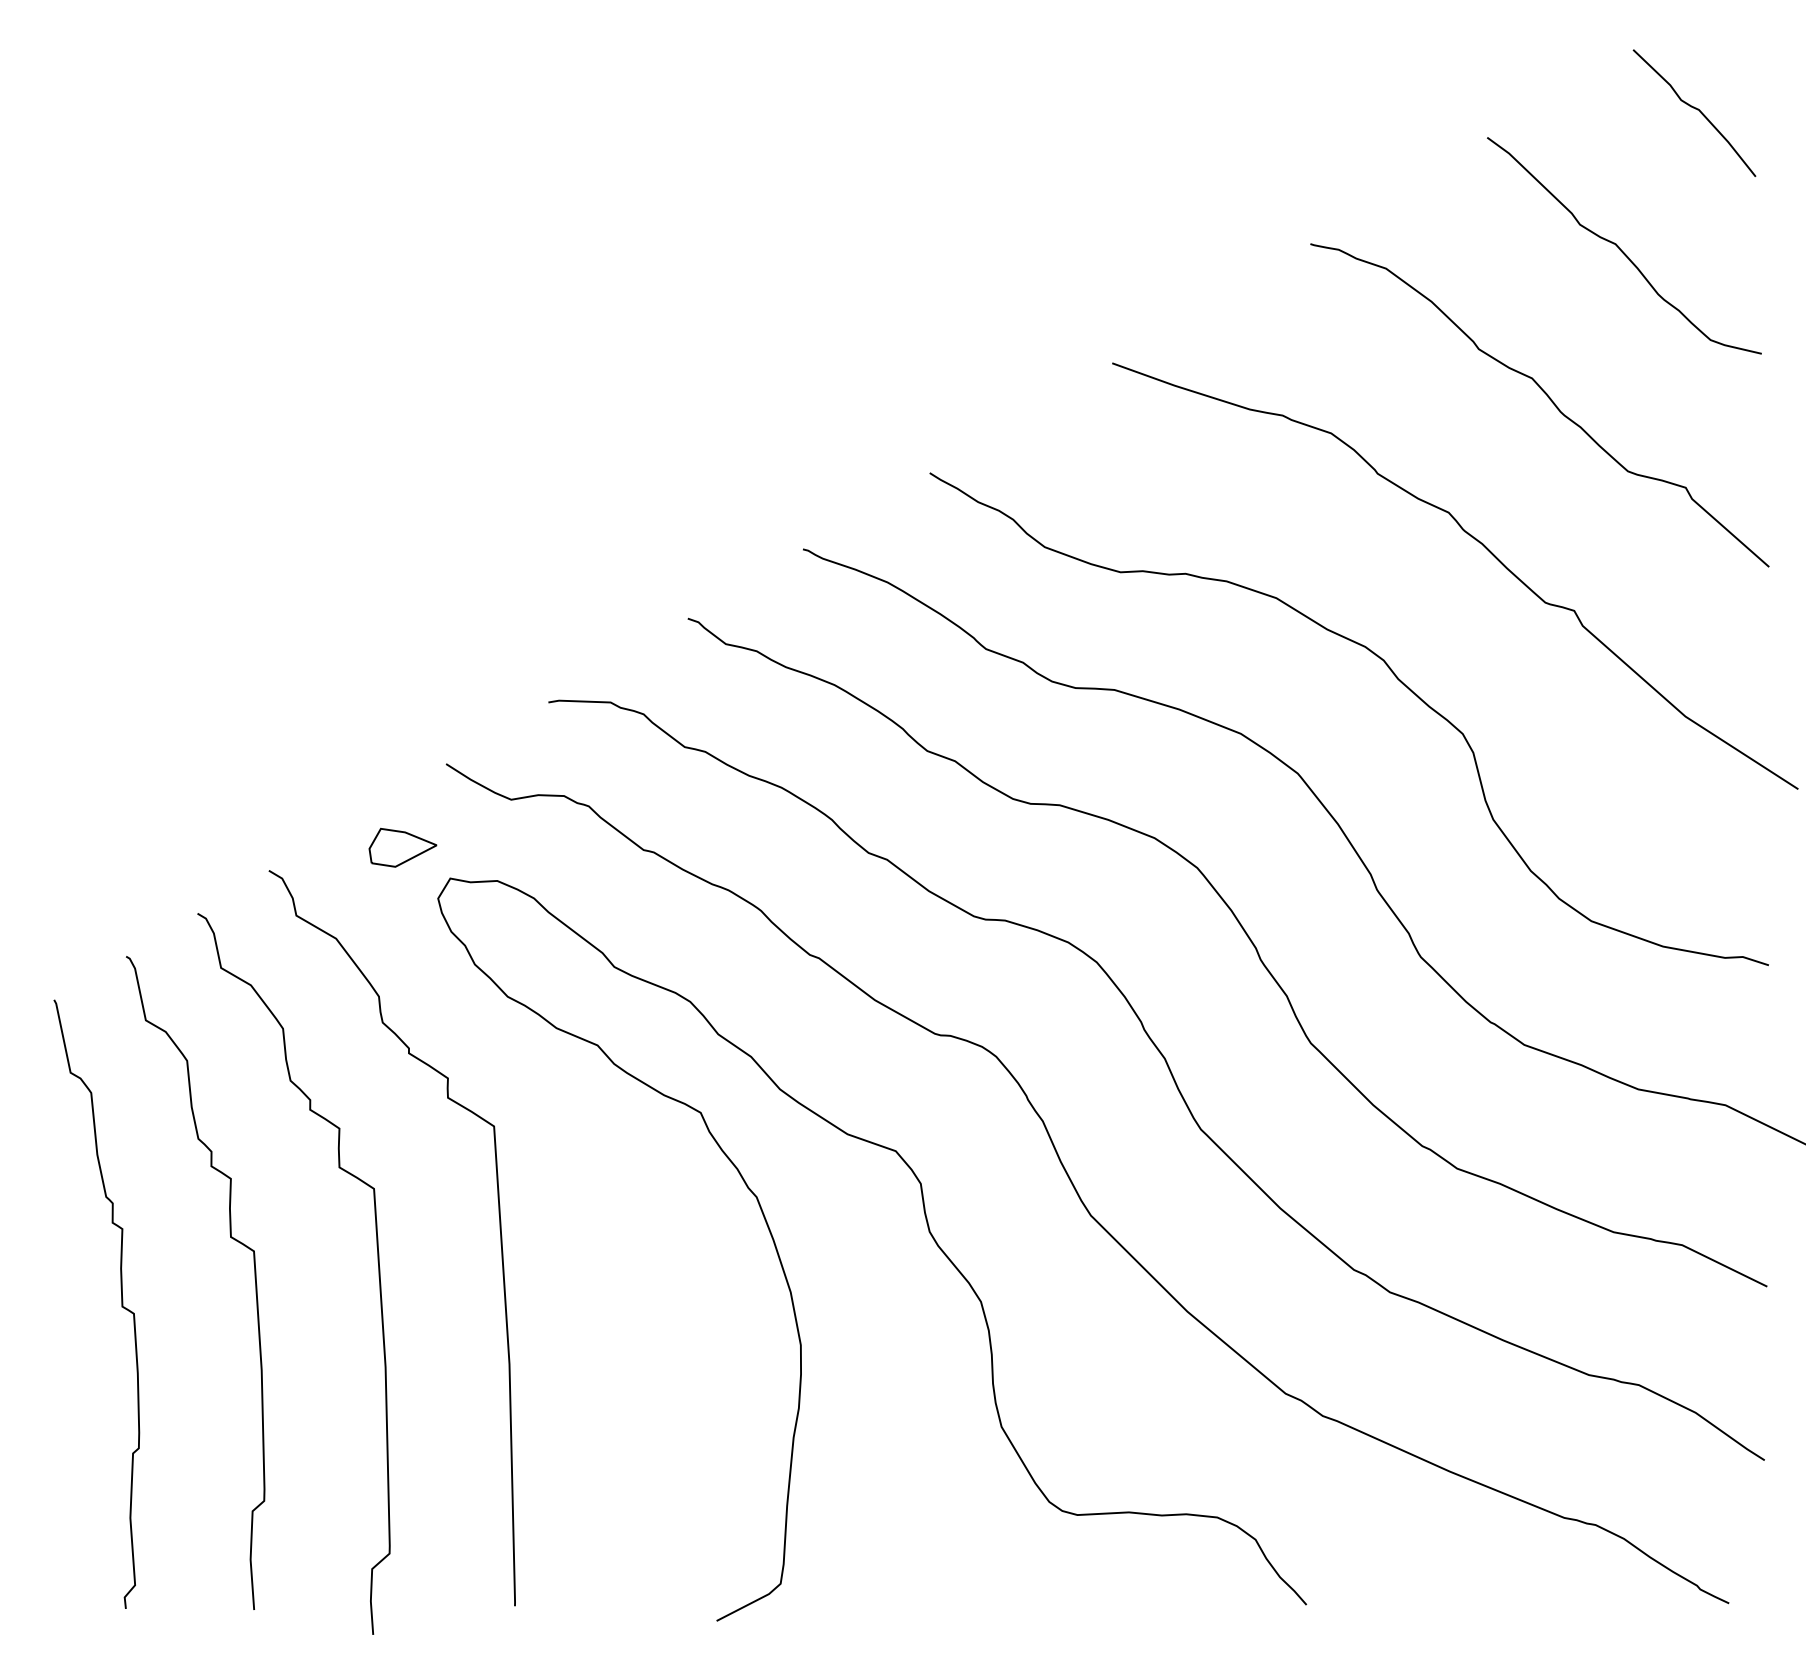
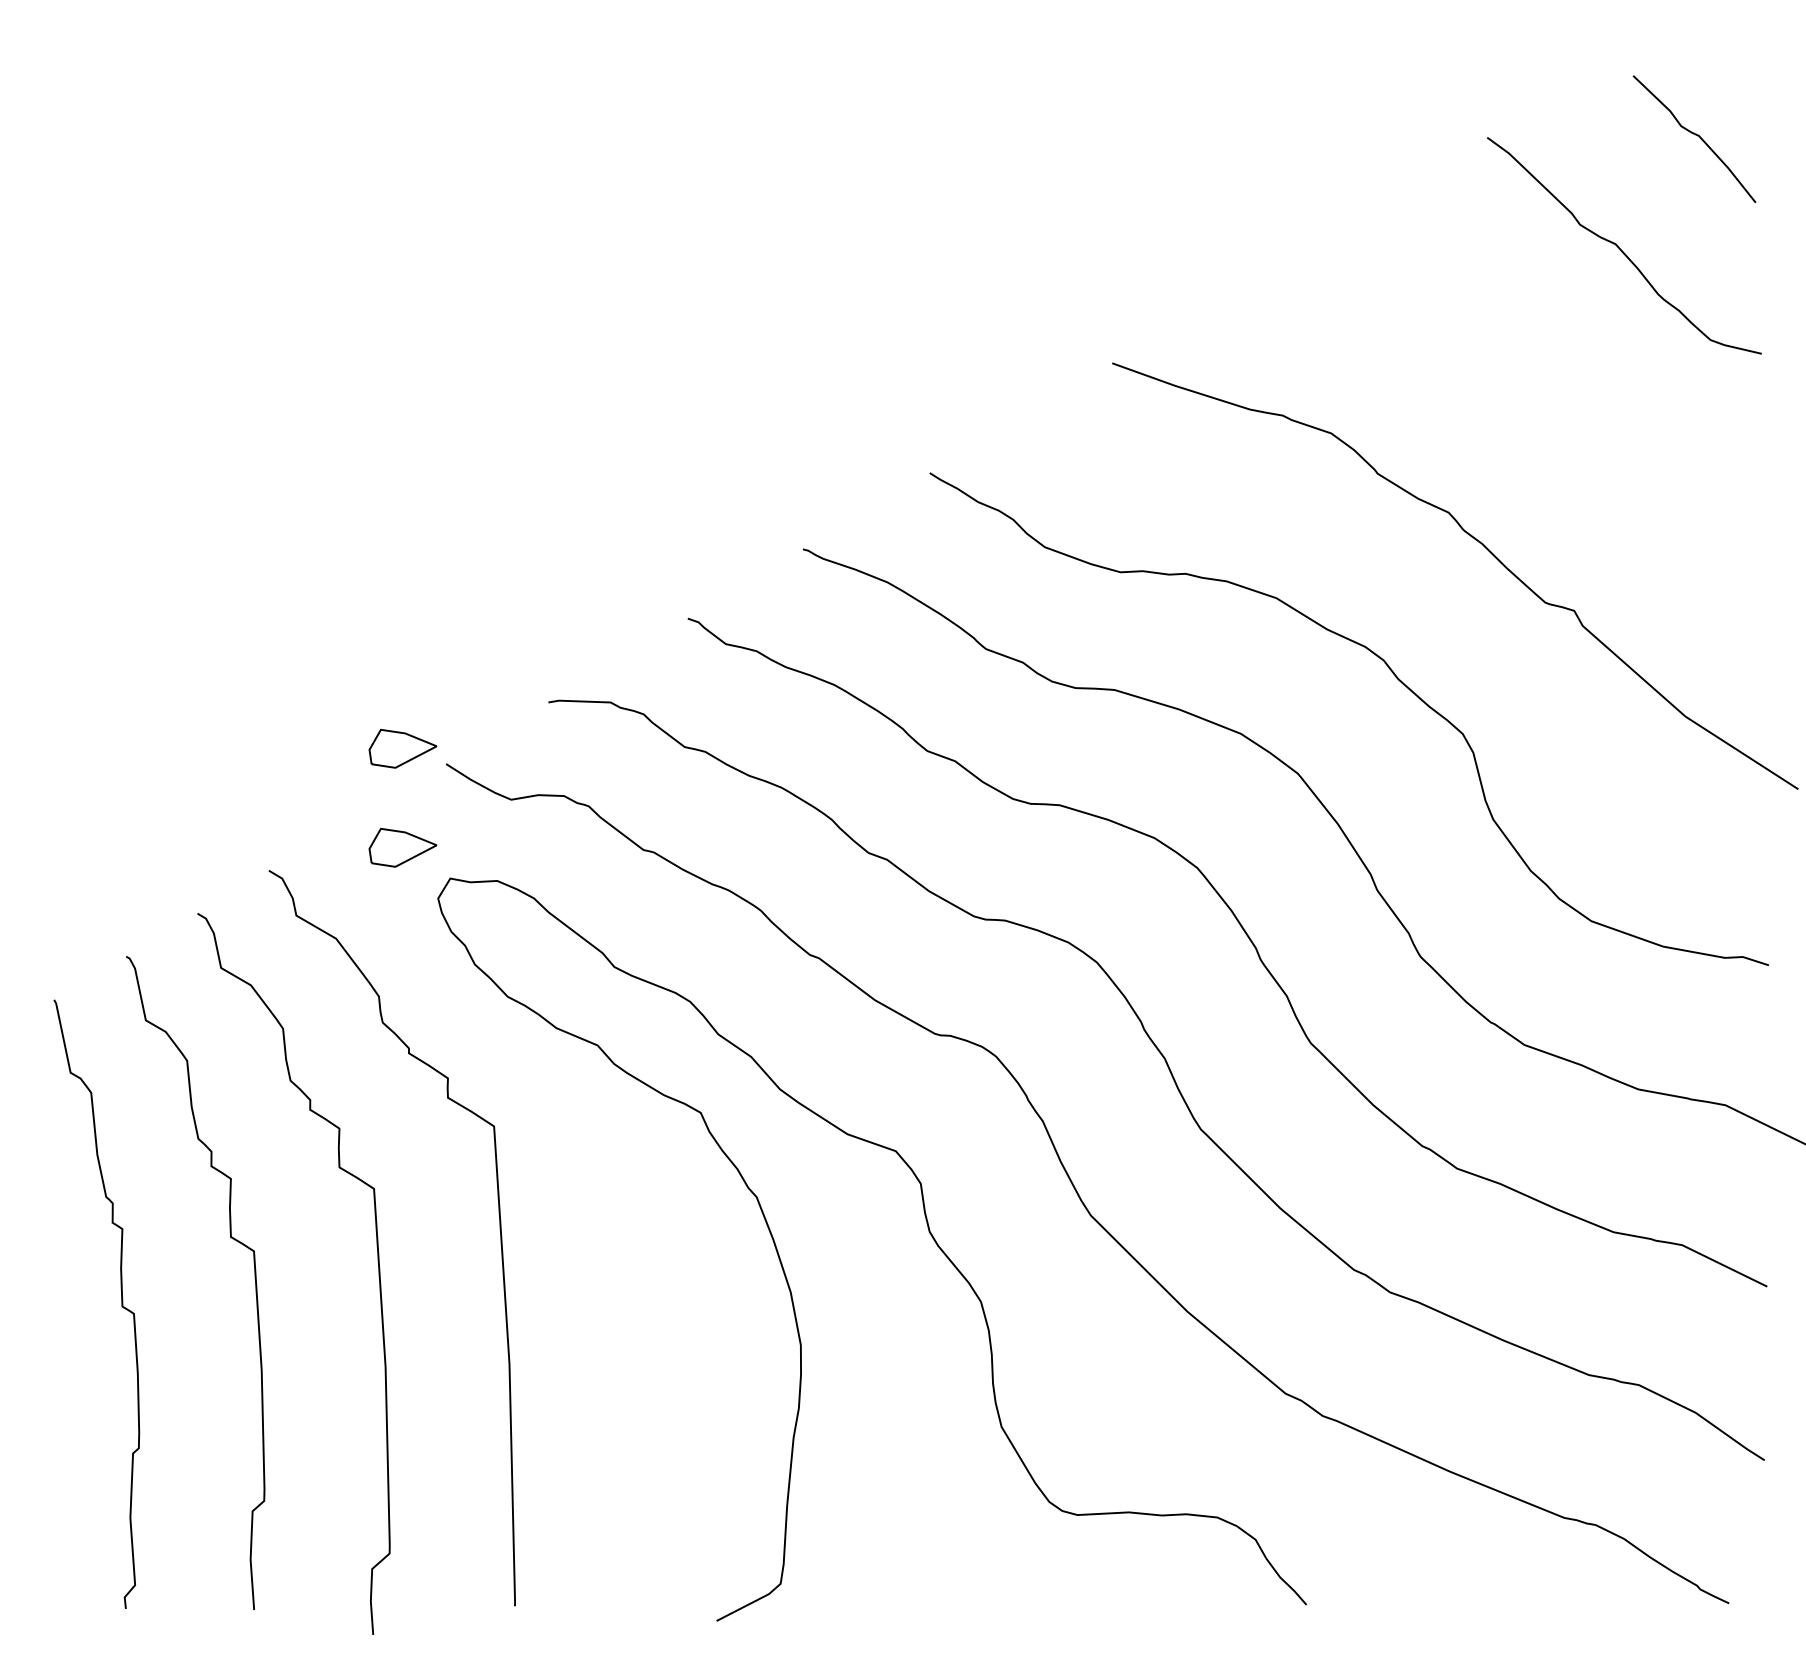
curve at (1695, 109) position: (1695, 109) -> (1695, 135)
curve at (1547, 397): present -> none
part at (402, 748): none -> present
